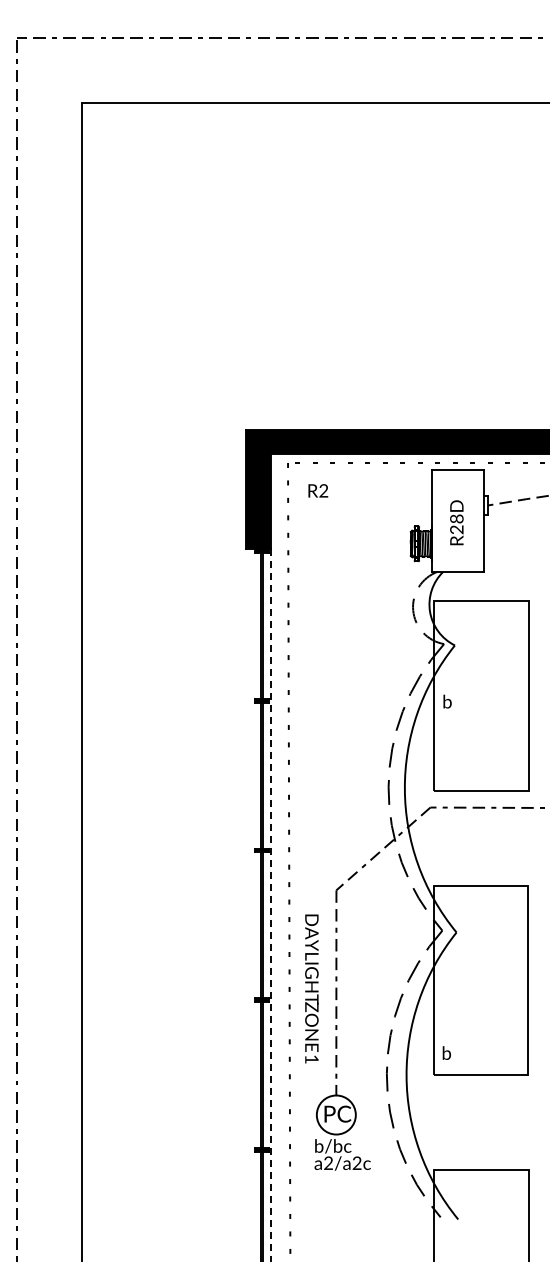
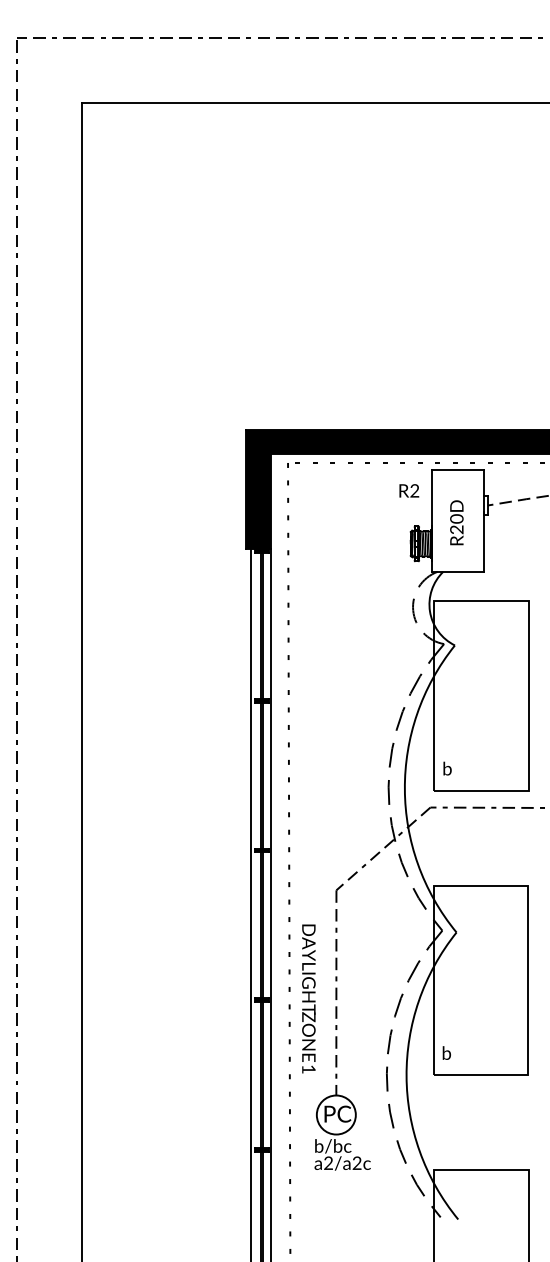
text at (318, 490) position: (318, 490) -> (409, 490)
text at (457, 518): R28D -> R20D
text at (447, 701) position: (447, 701) -> (447, 768)
line at (251, 903): none -> present
line at (271, 905): dashed -> solid
text at (311, 988) position: (311, 988) -> (308, 998)
